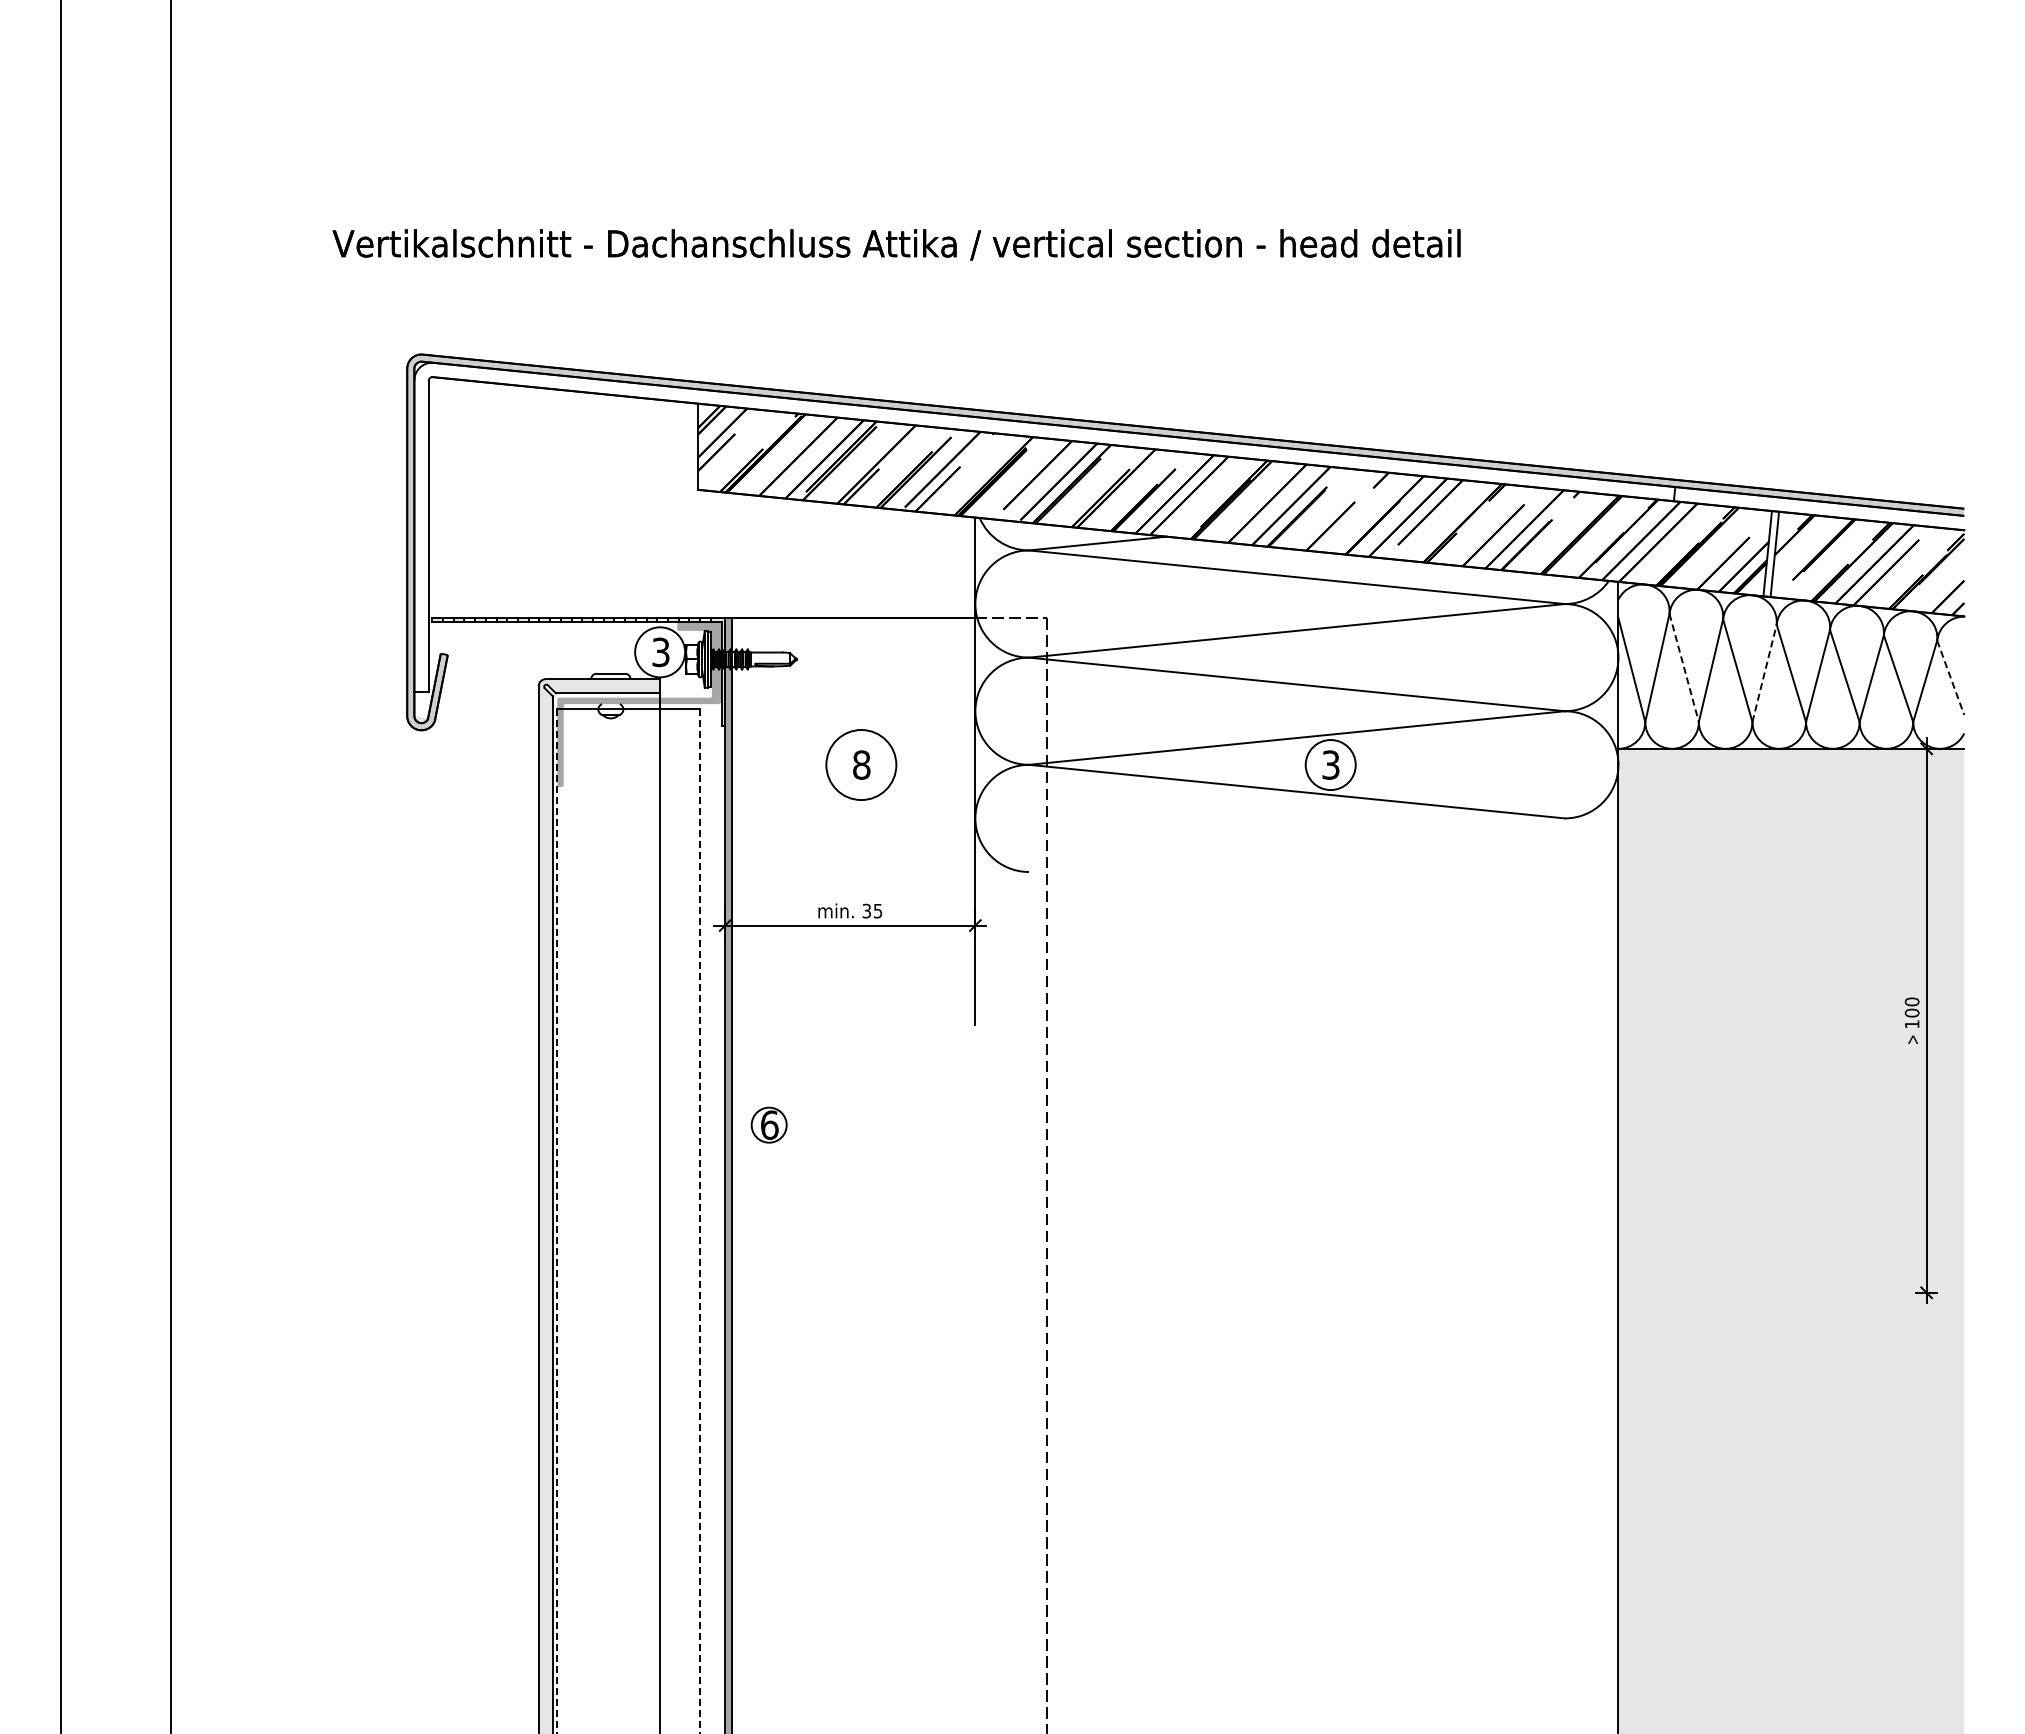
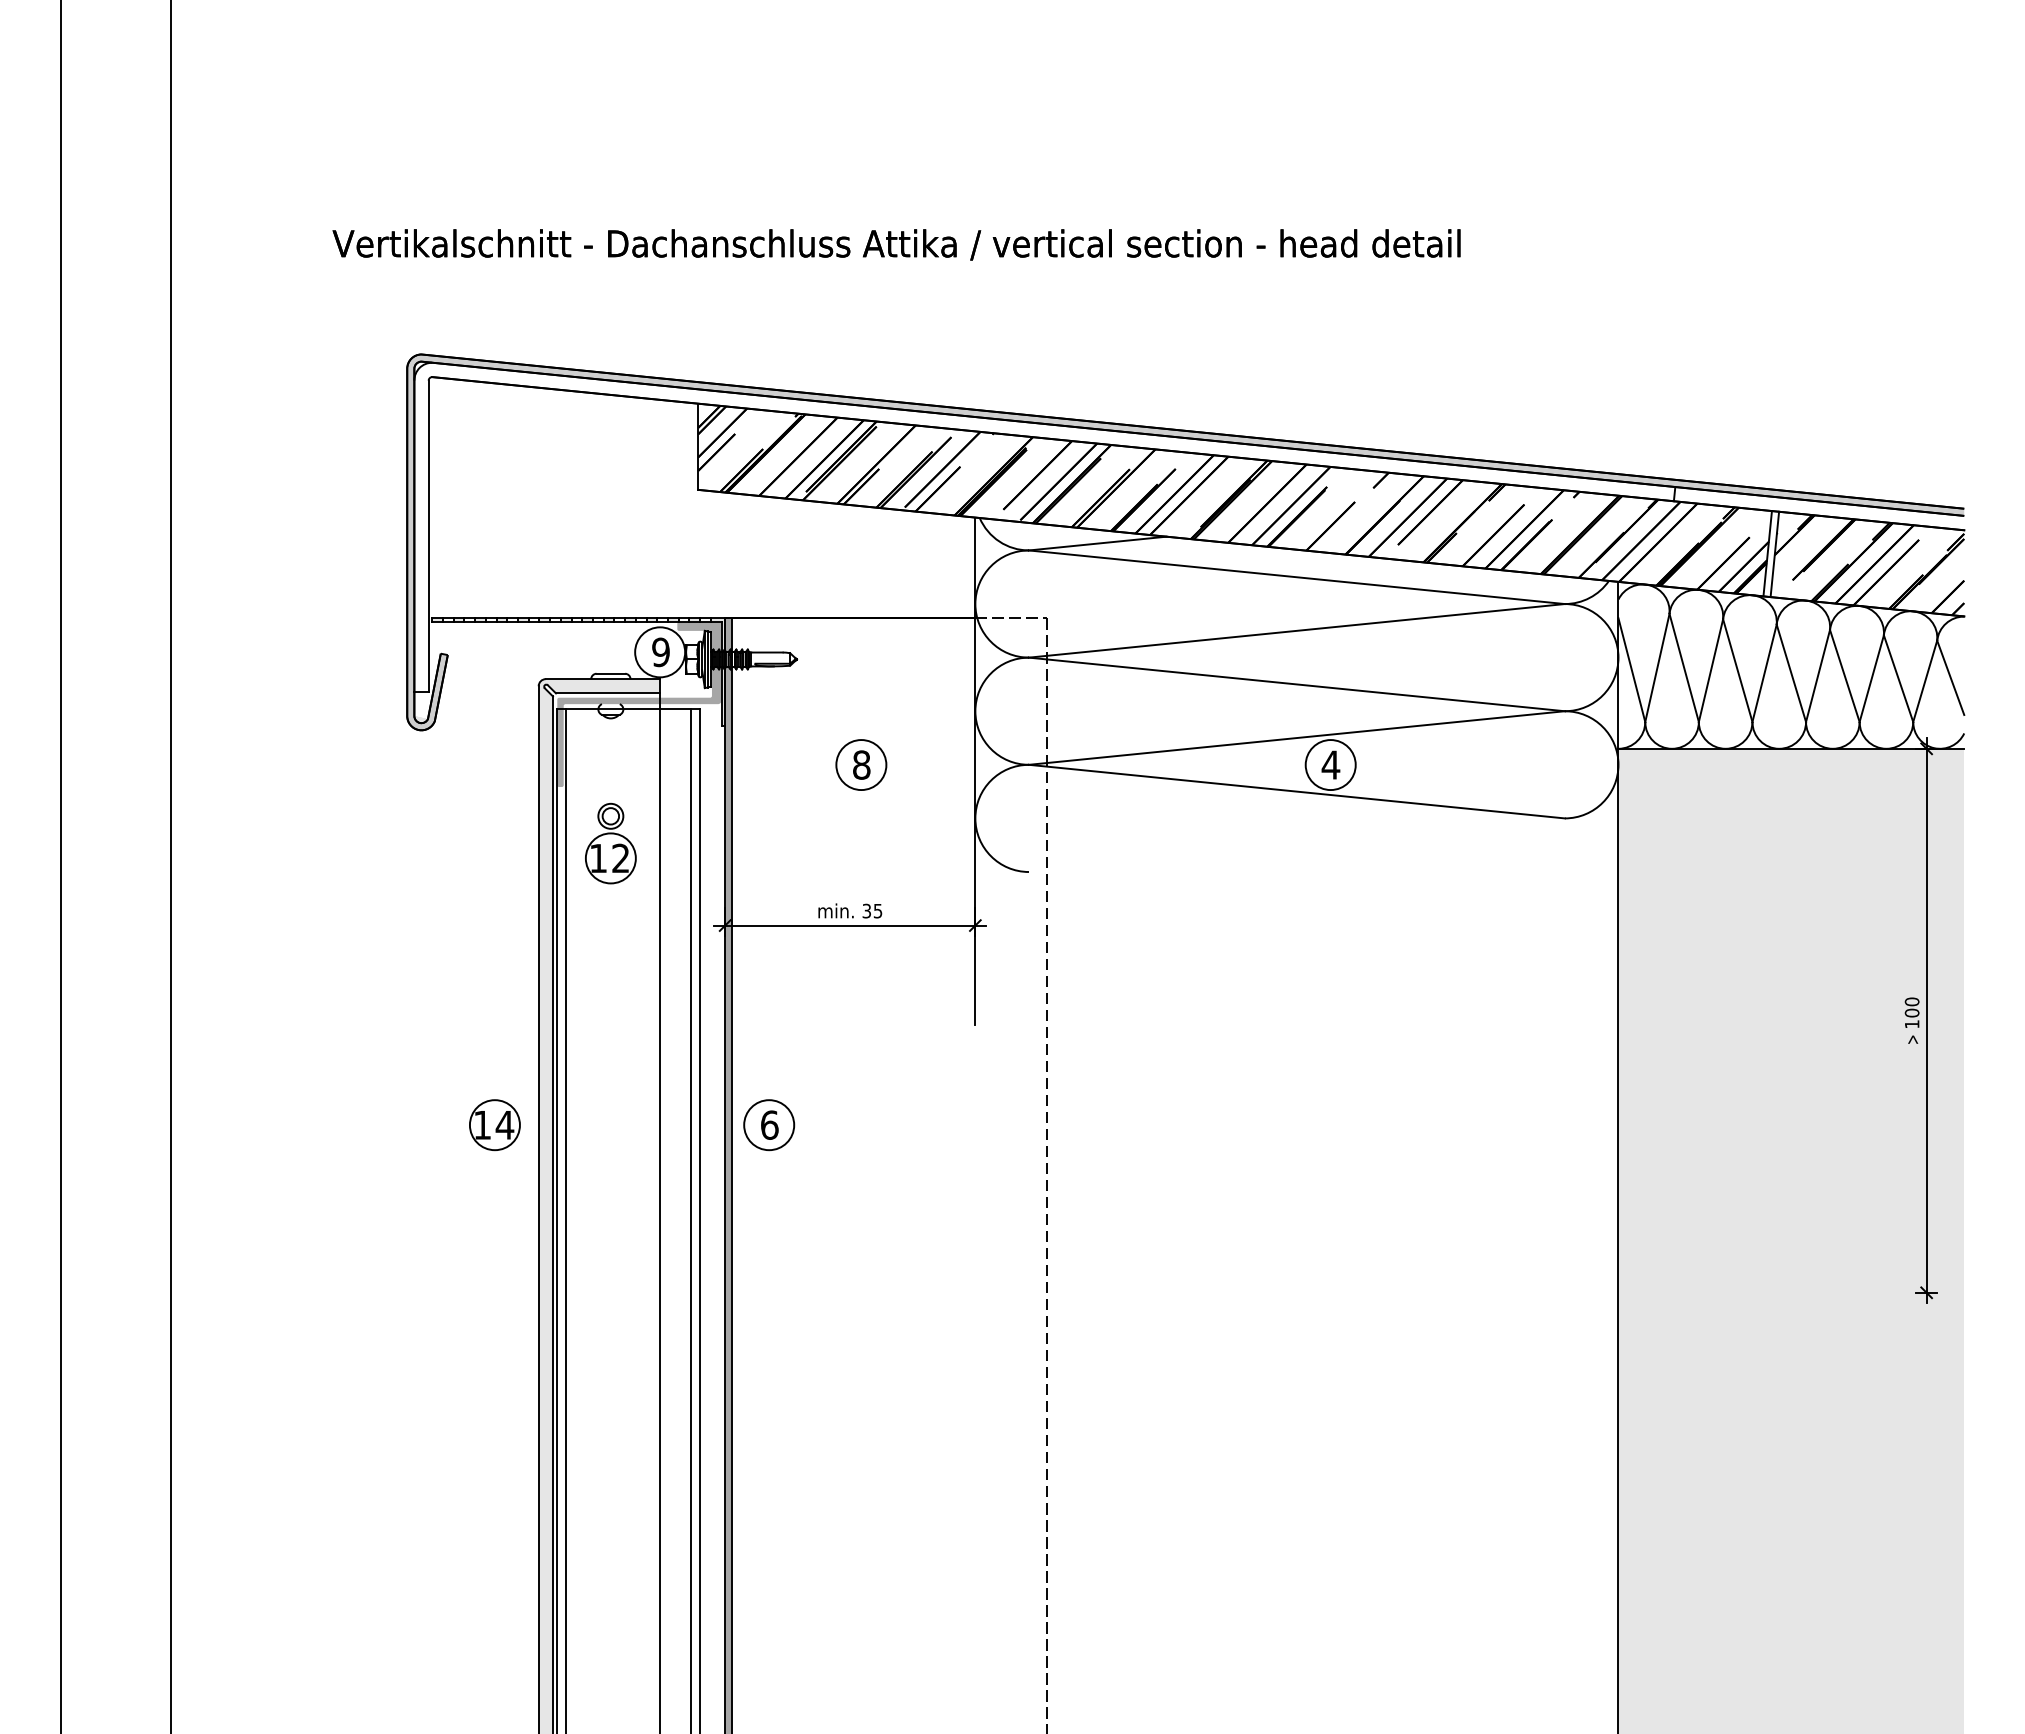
text at (660, 652): 3 -> 9
line at (1684, 668): dashed -> solid
line at (1764, 672): dashed -> solid
line at (1950, 677): dashed -> solid
text at (1330, 764): 3 -> 4
circle at (861, 765) diameter: 70 px -> 50 px
part at (610, 843): none -> present
circle at (768, 1124) diameter: 35 px -> 50 px
part at (494, 1125): none -> present
line at (566, 1219): none -> present
line at (691, 1219): none -> present
line at (557, 1221): dashed -> solid
line at (700, 1221): dashed -> solid
